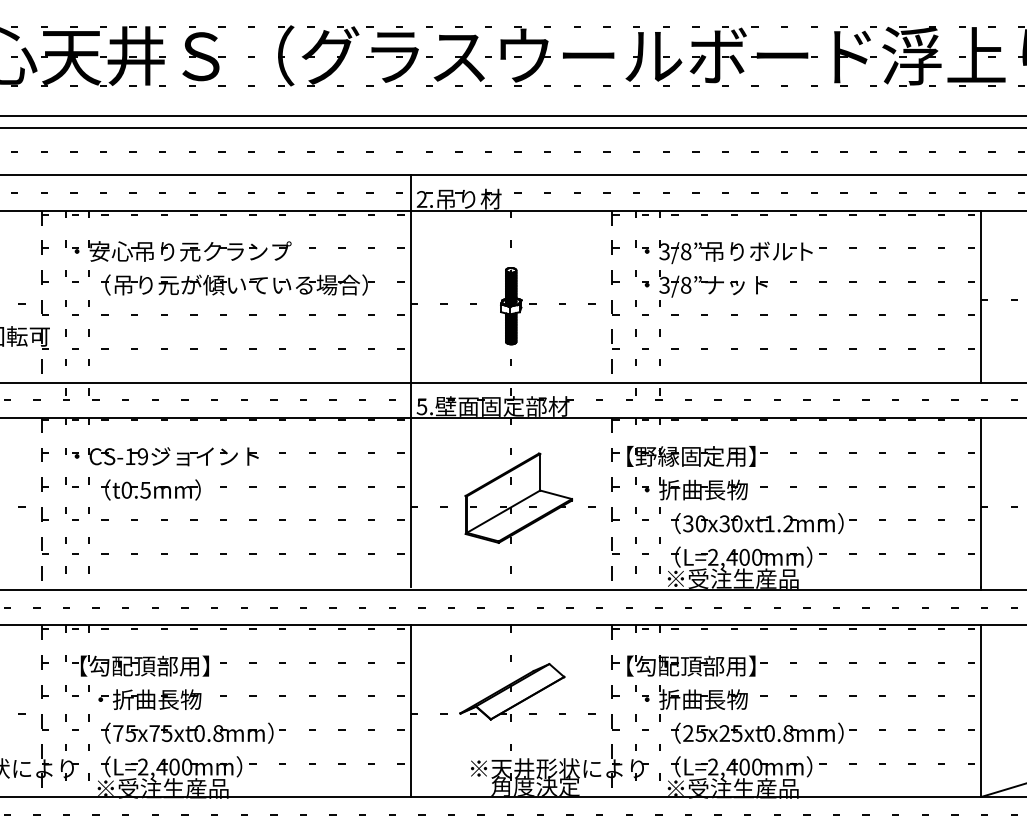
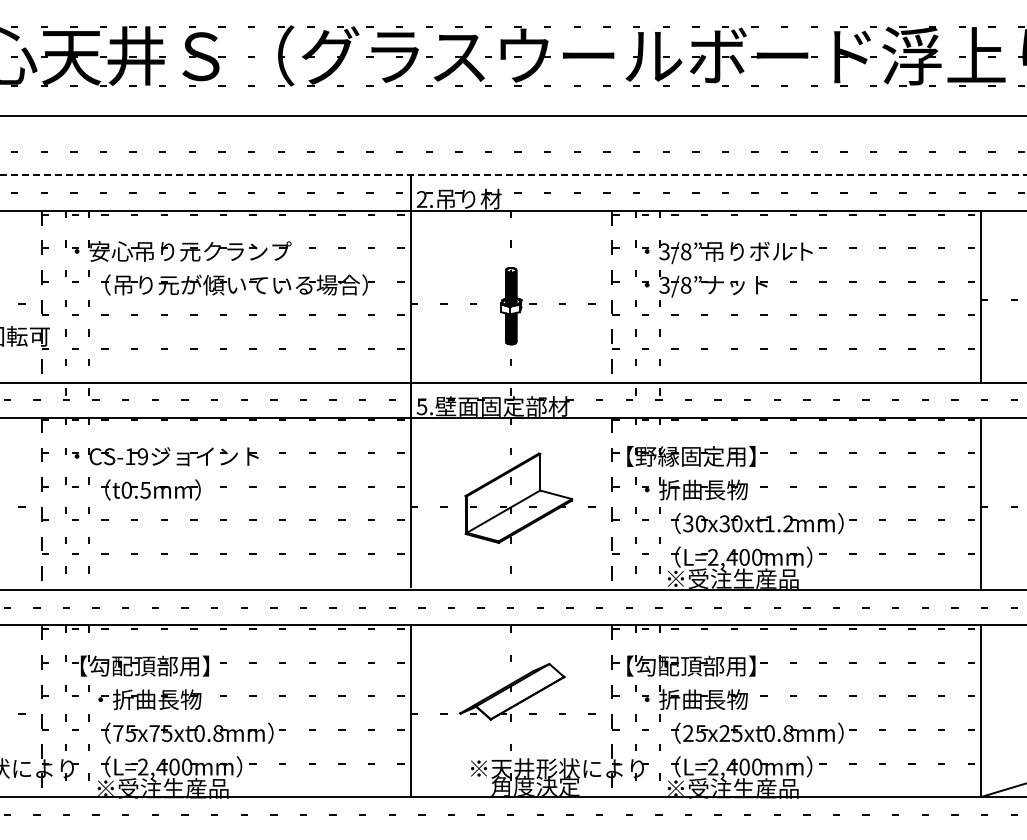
line at (512, 127): present -> none
line at (513, 175): solid -> dashed
